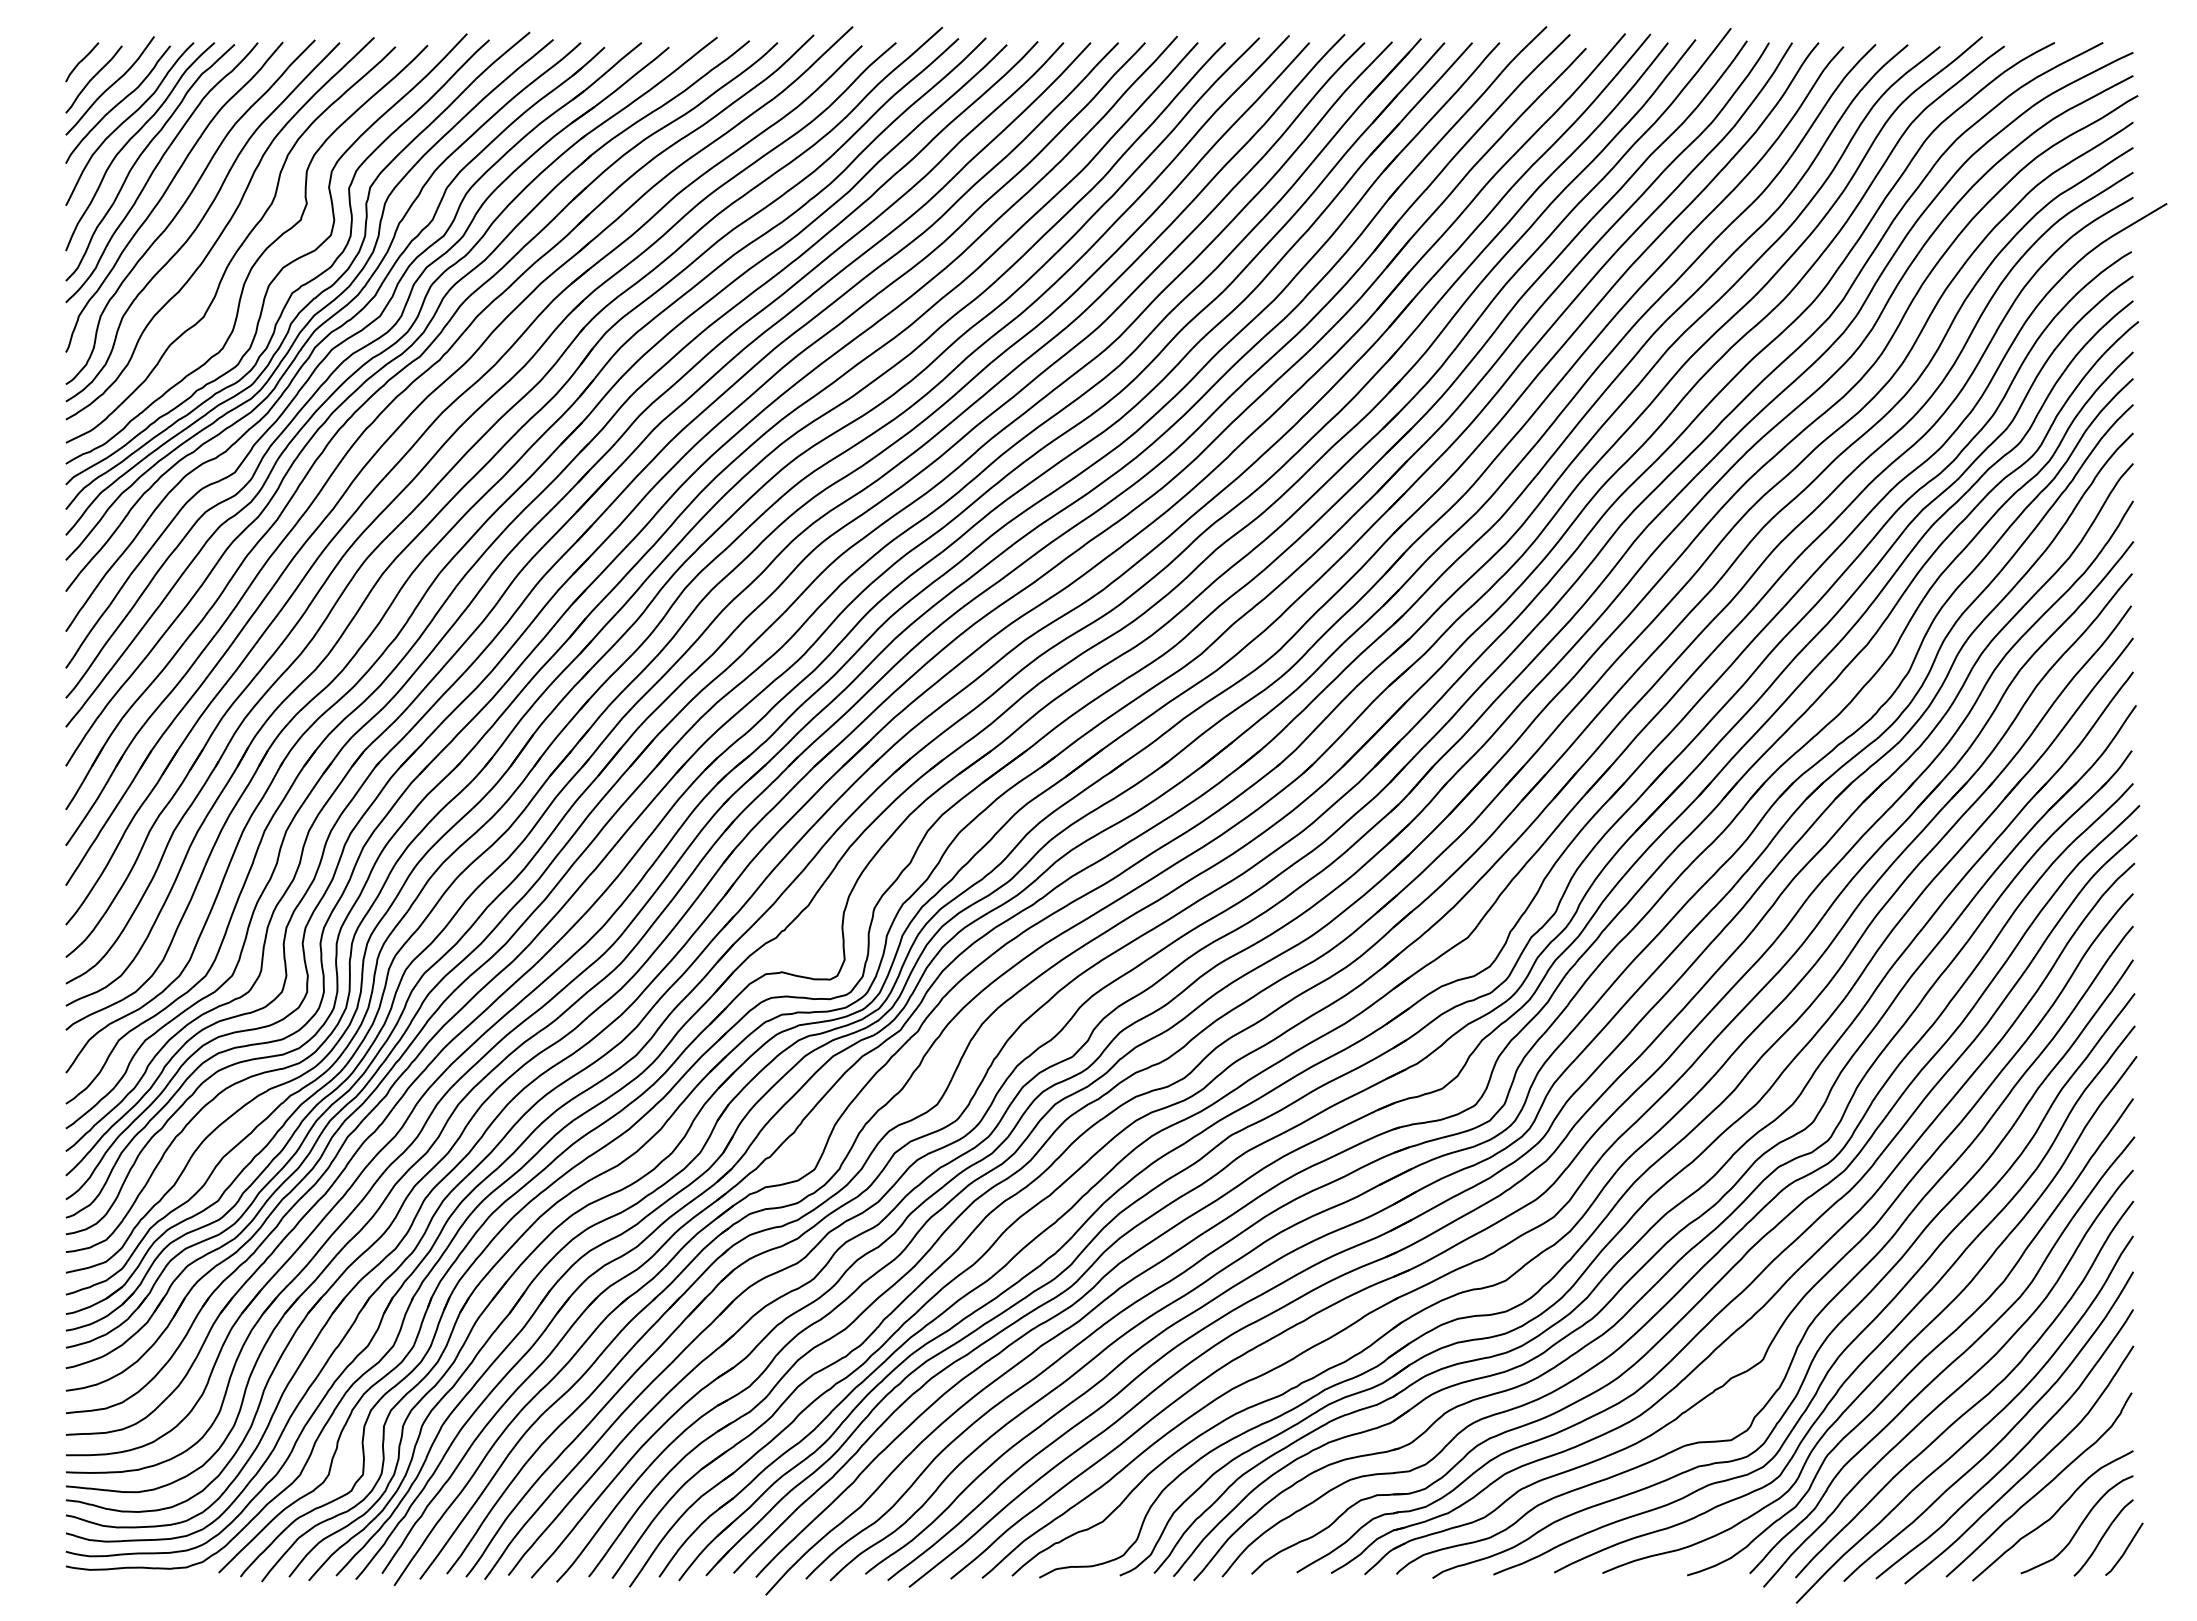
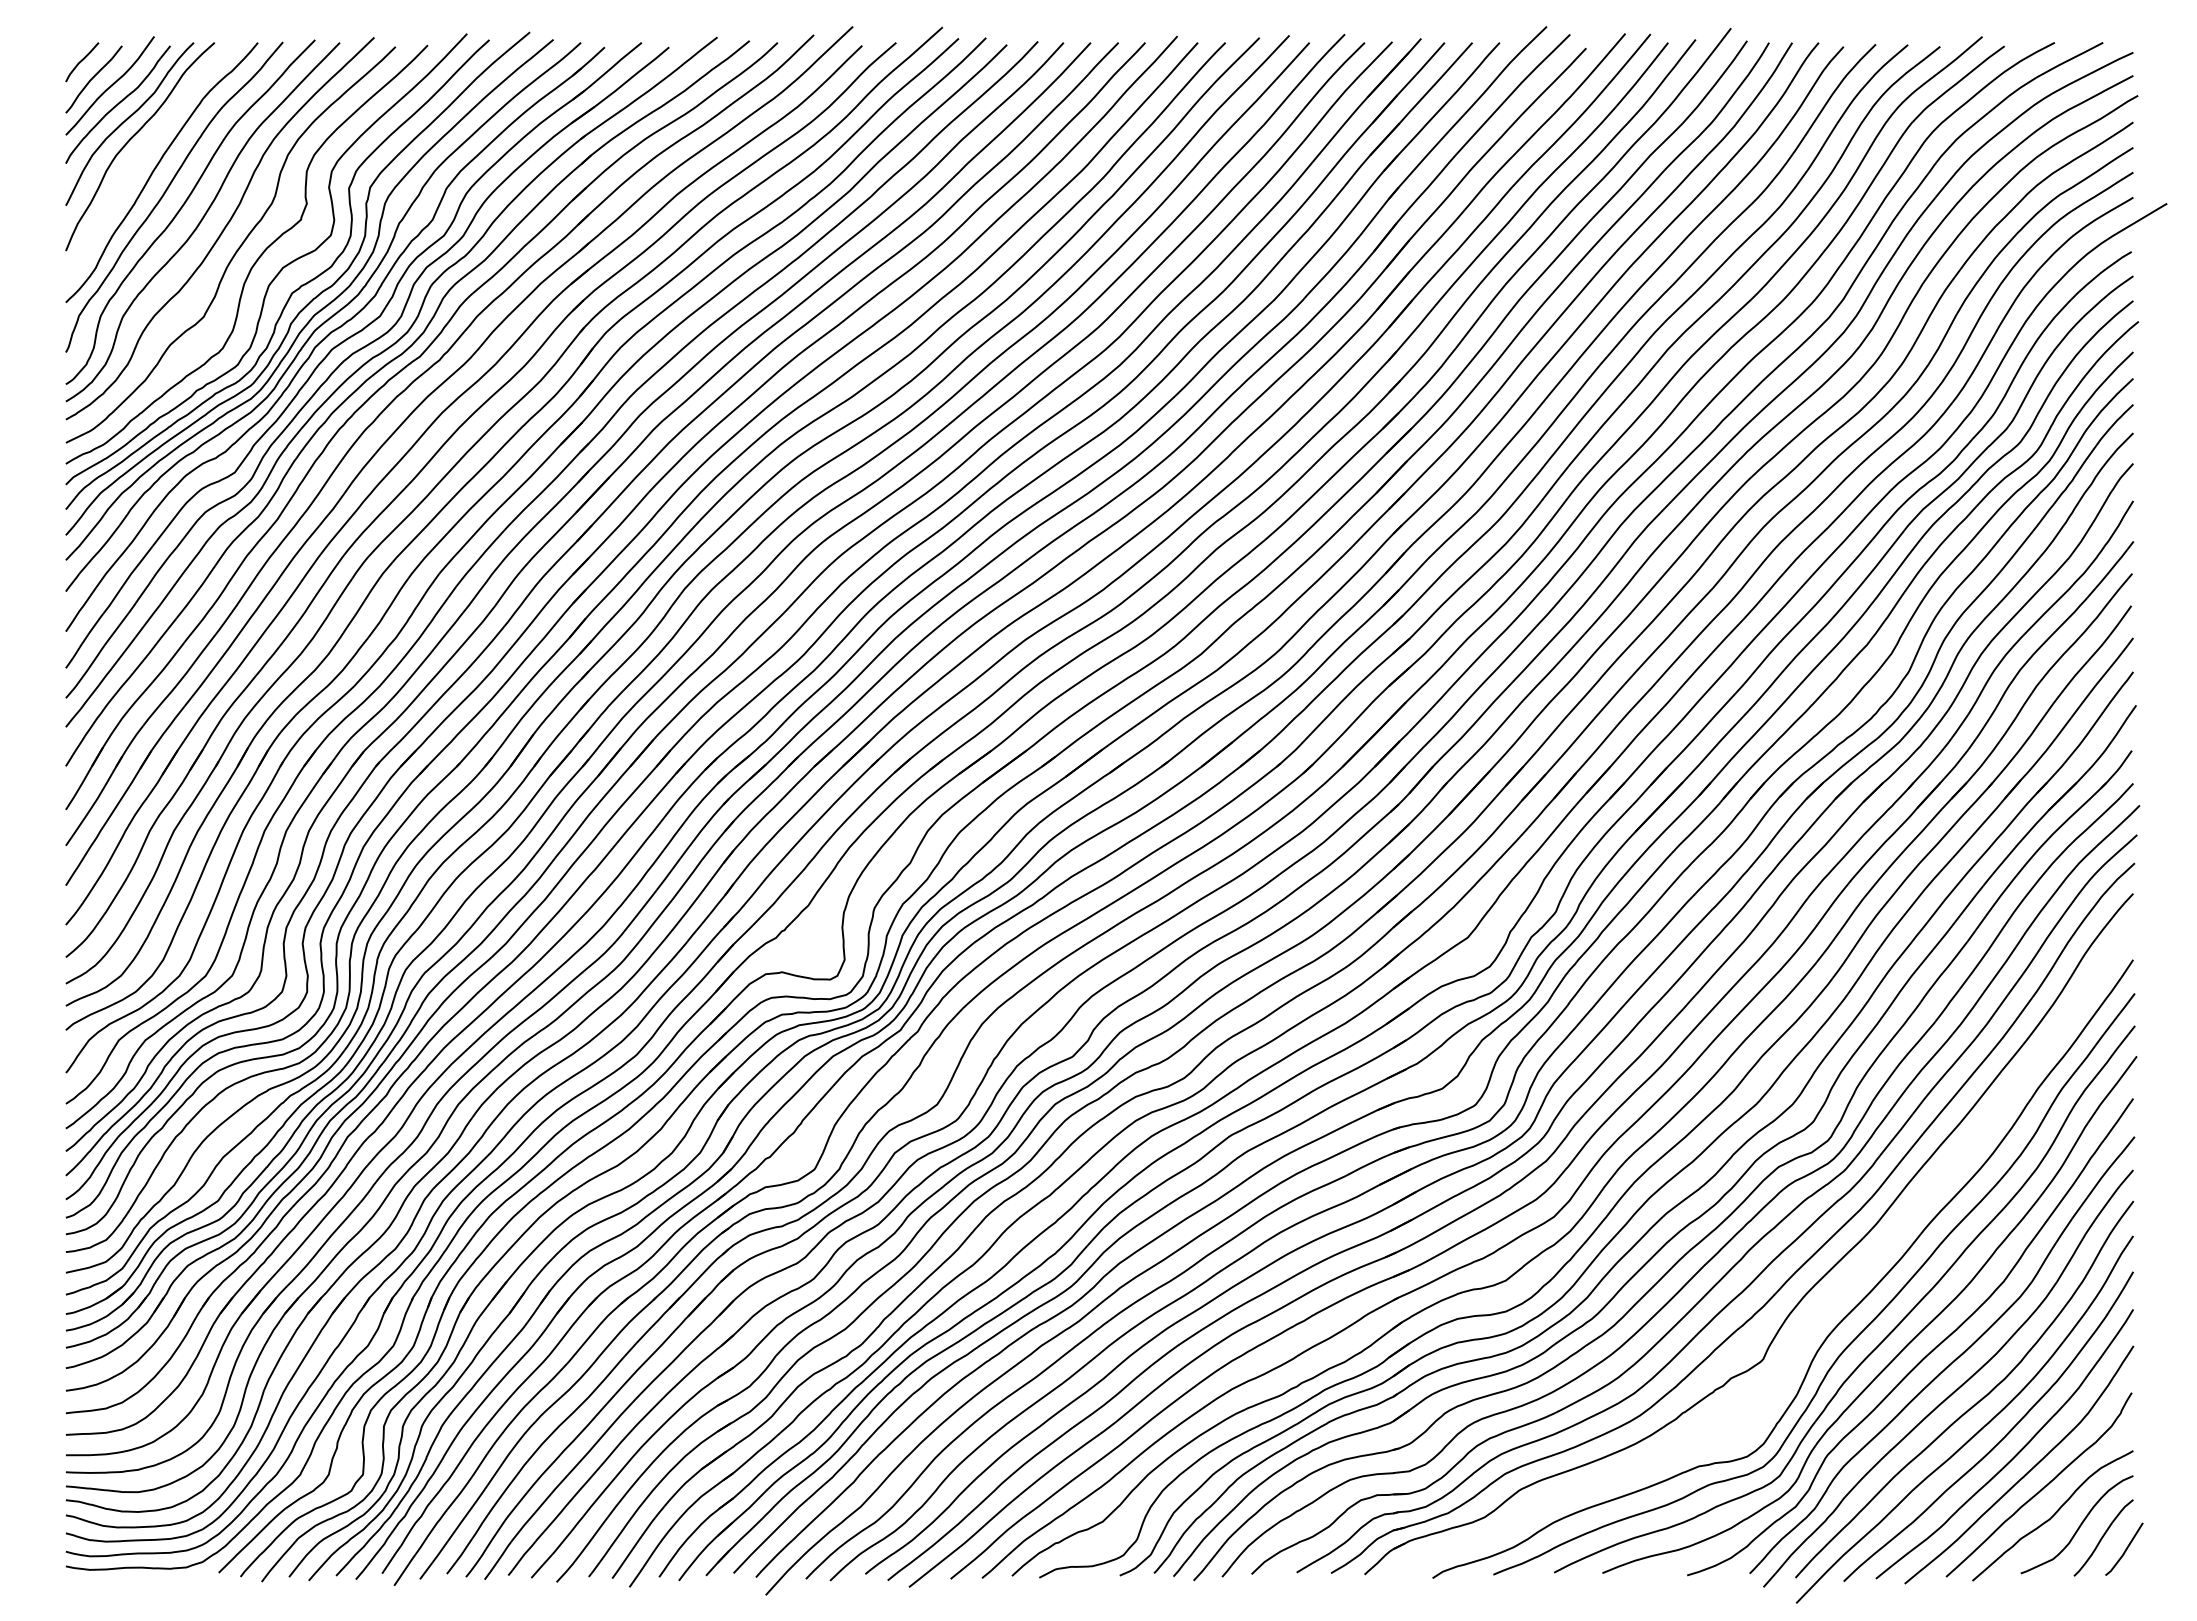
curve at (142, 154): present -> none
curve at (1827, 1302): present -> none
